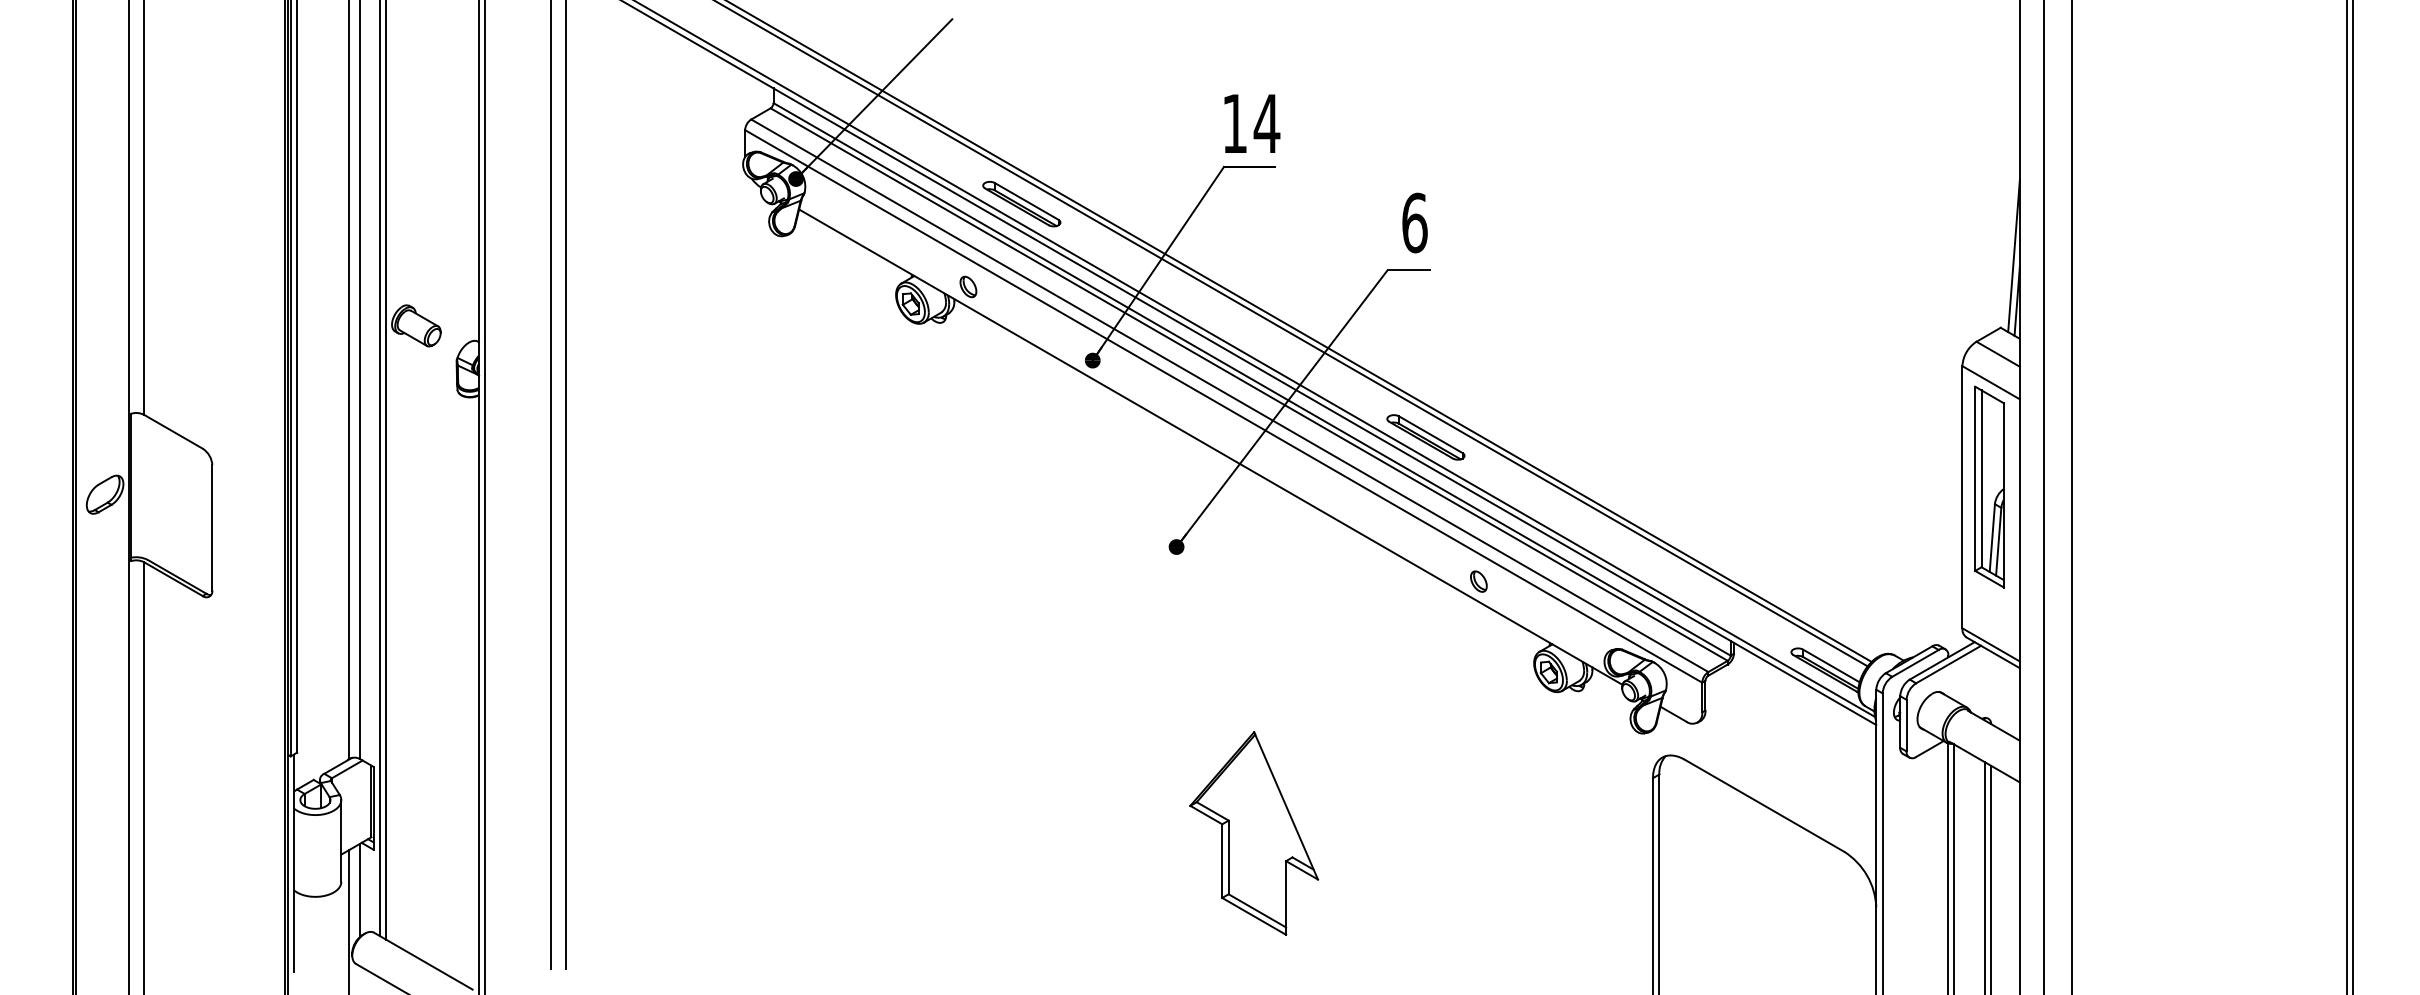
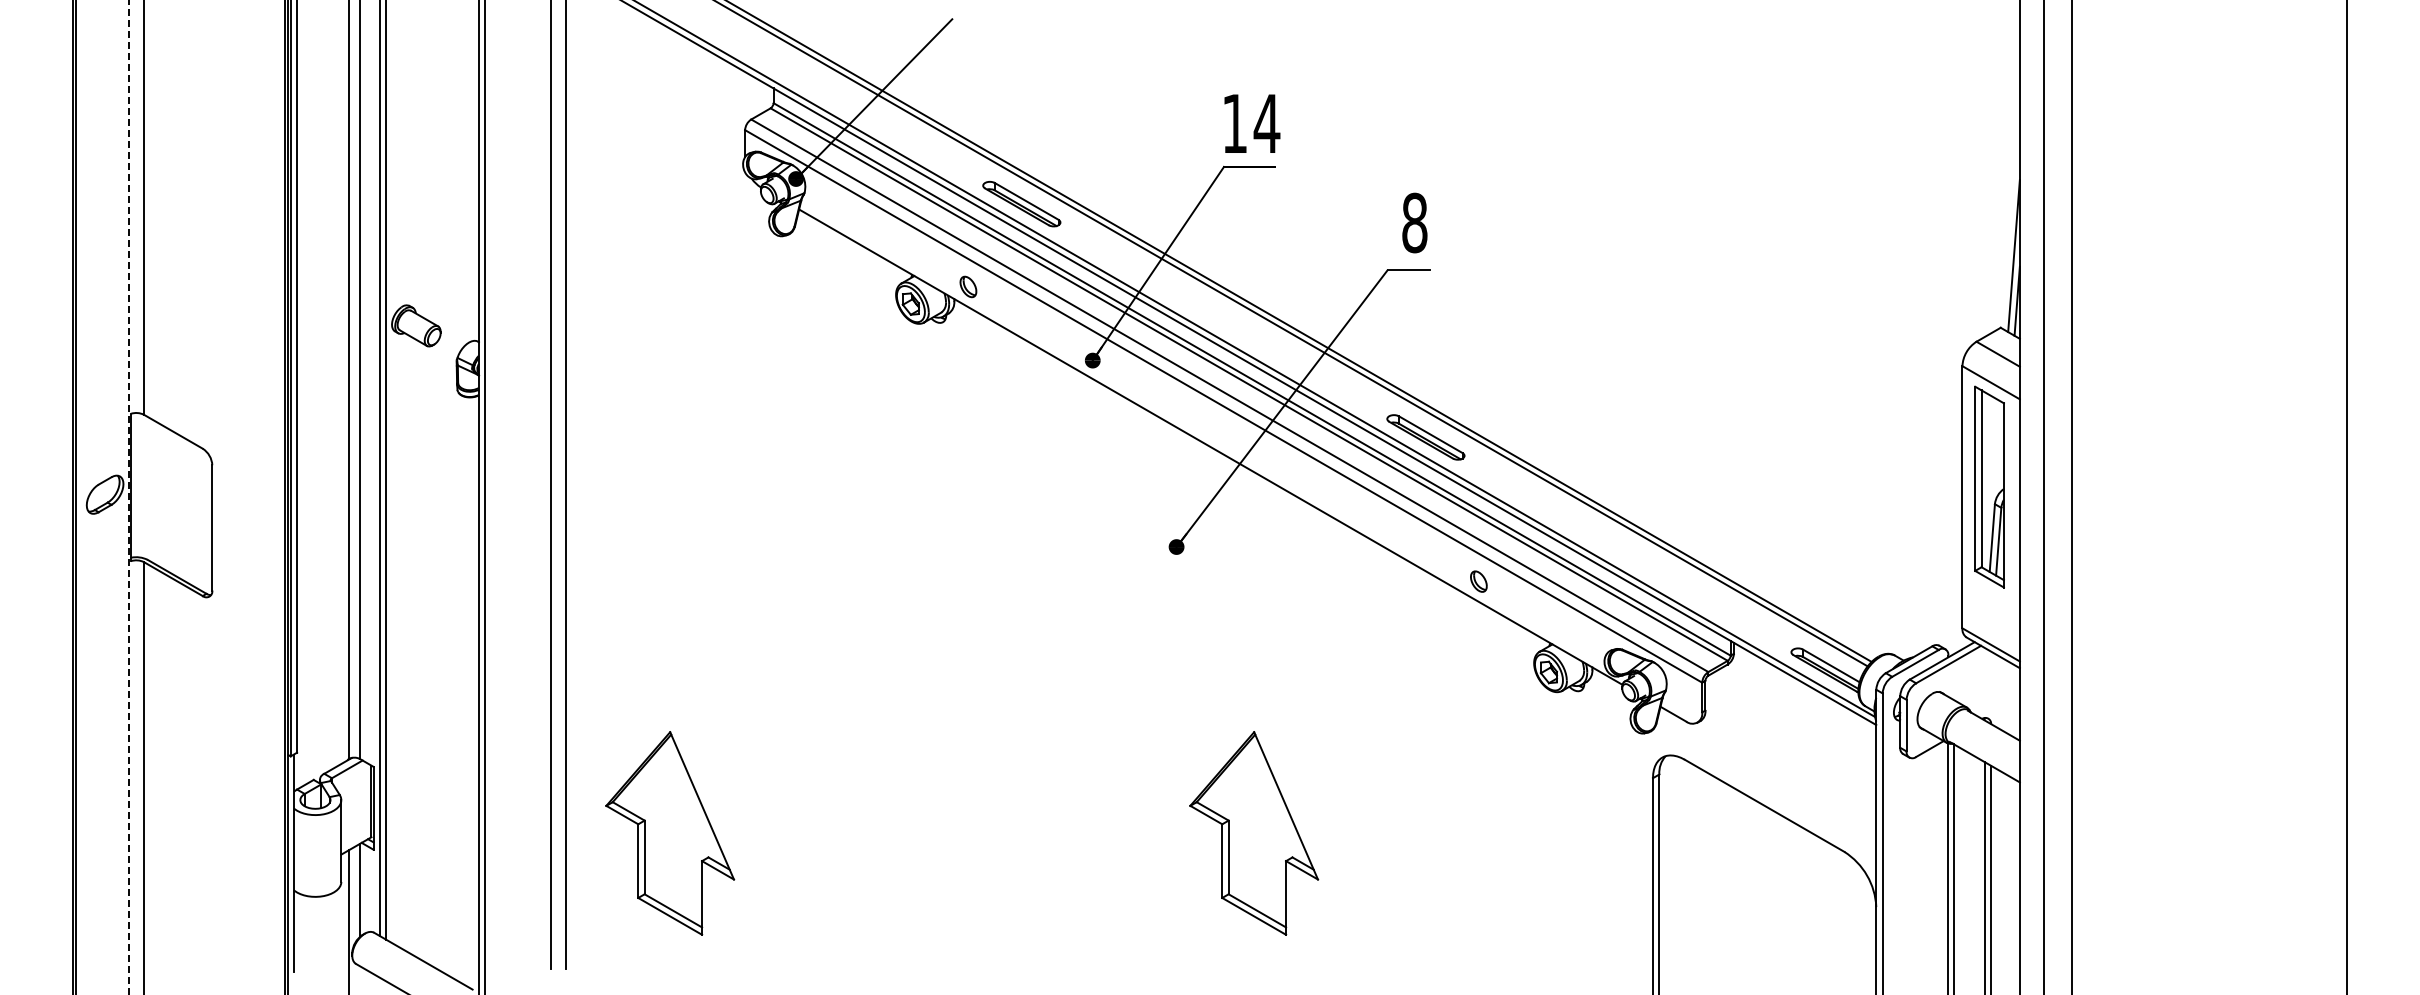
text at (1414, 222): 6 -> 8
line at (2353, 496): present -> none
line at (128, 497): solid -> dashed
part at (670, 833): none -> present
